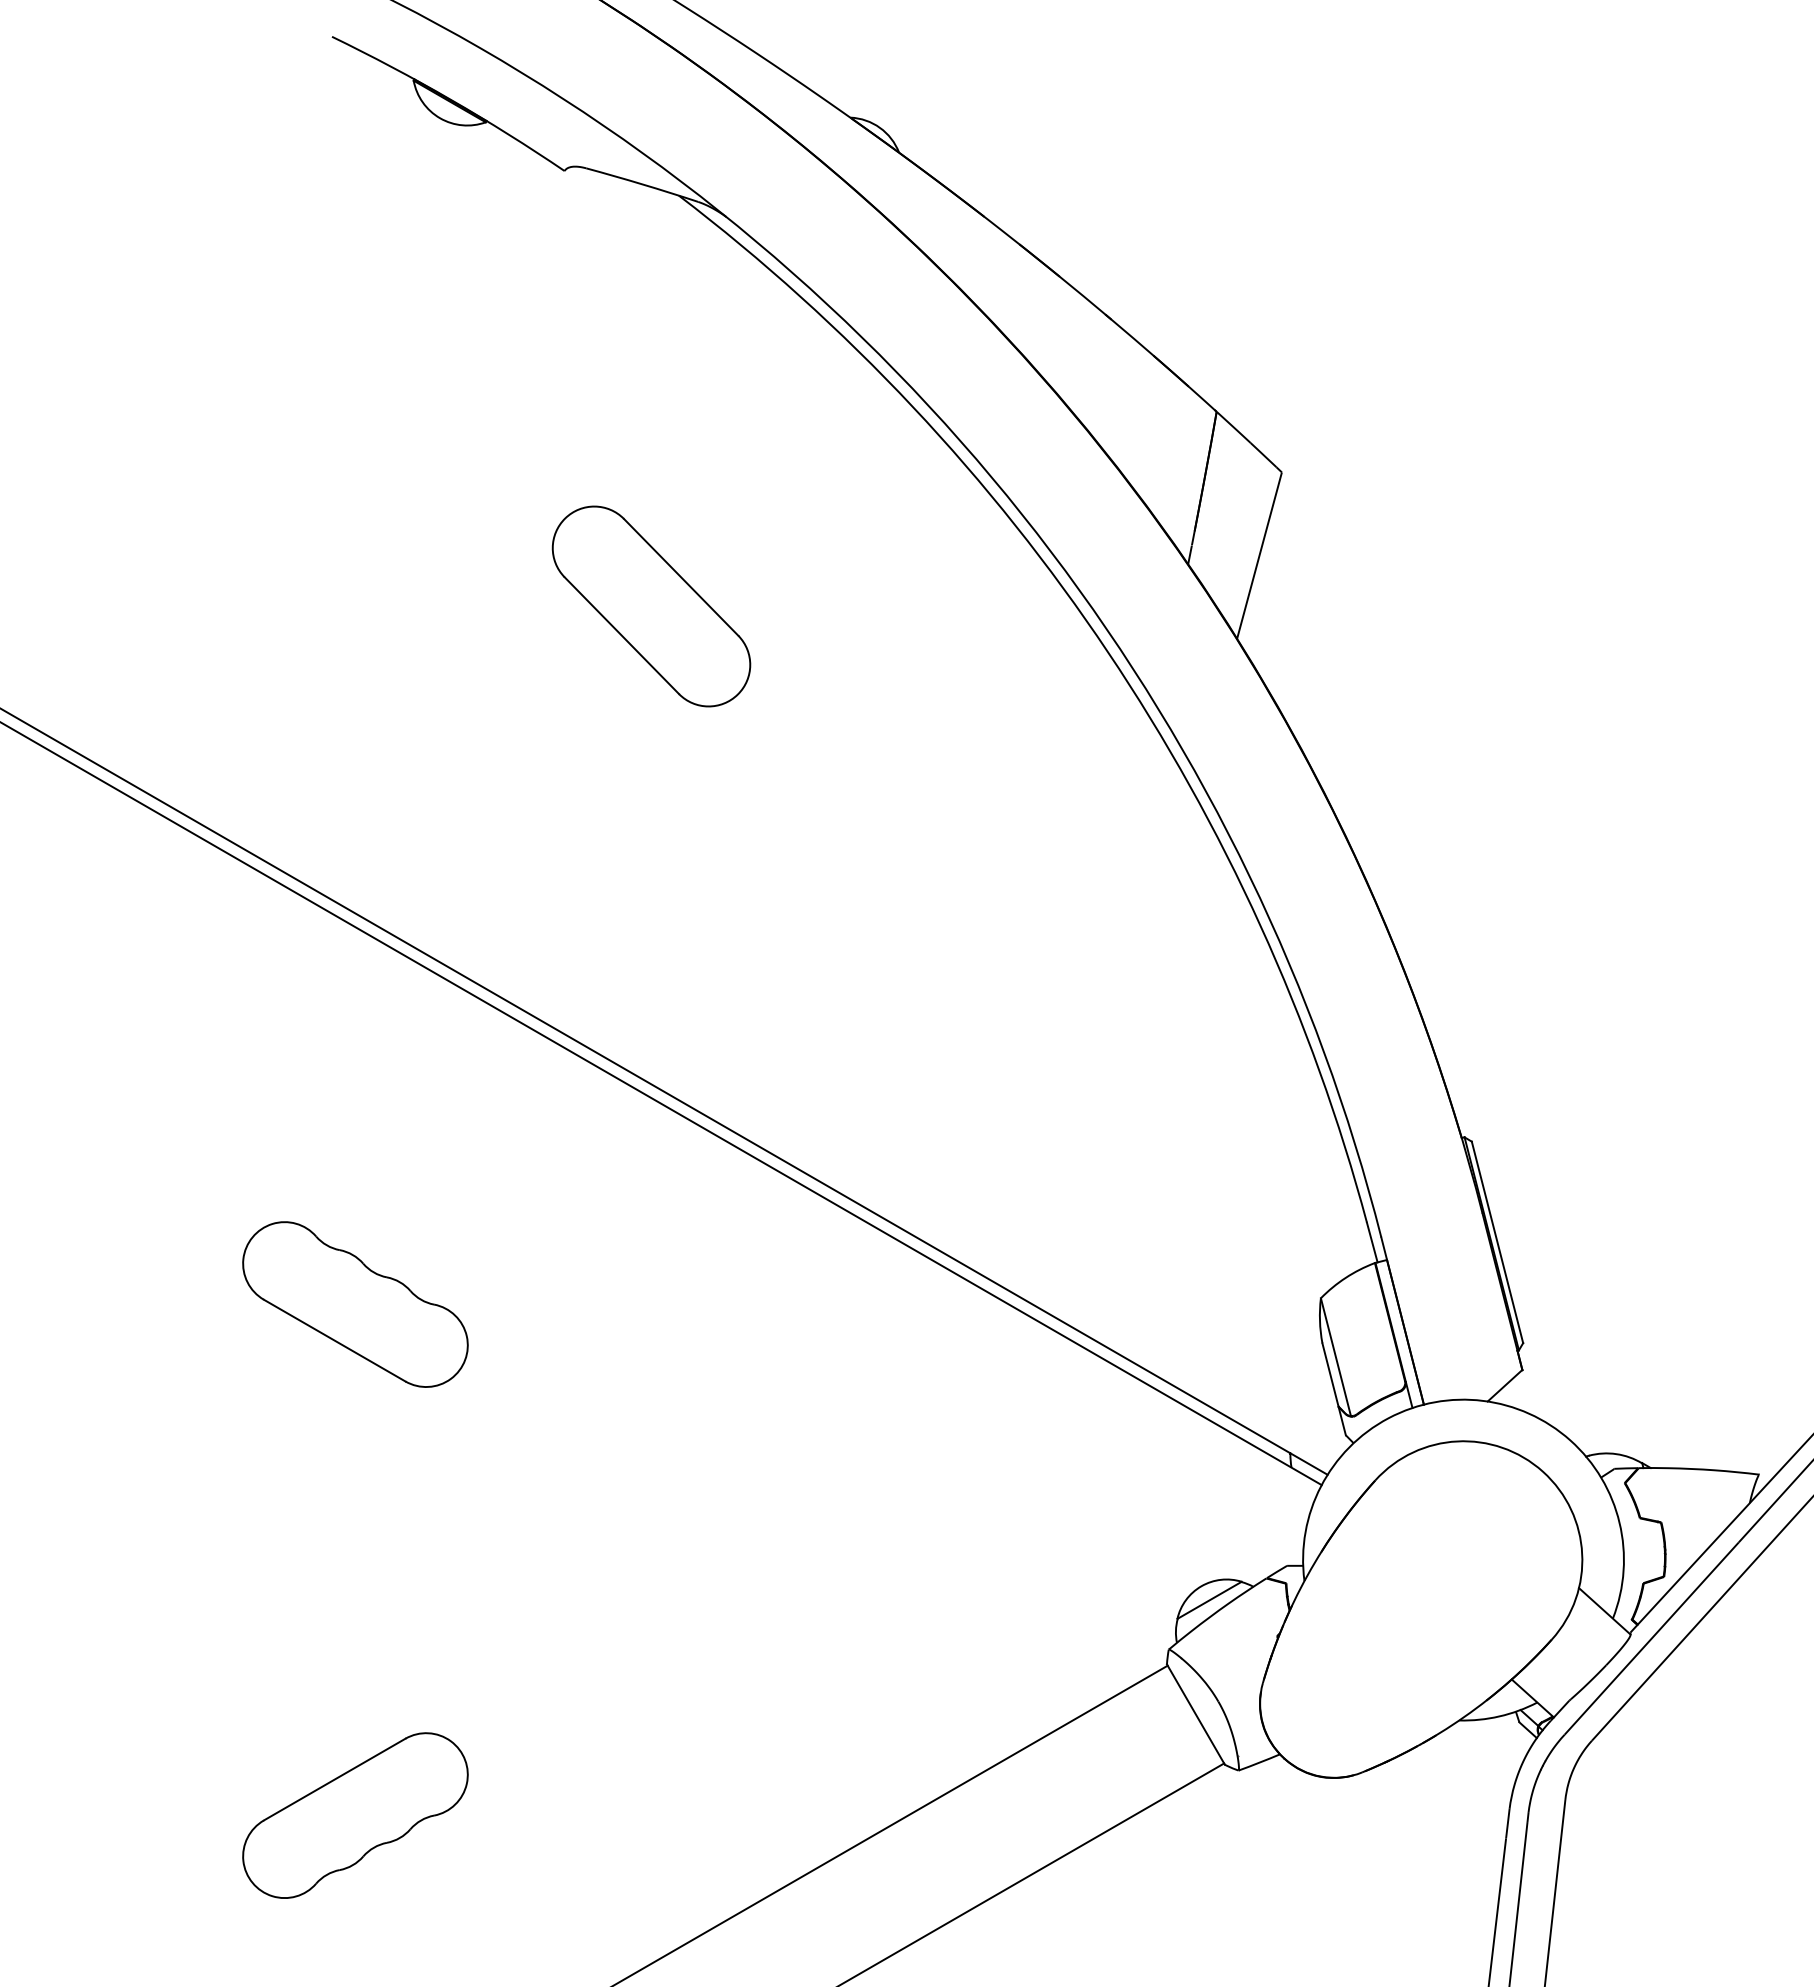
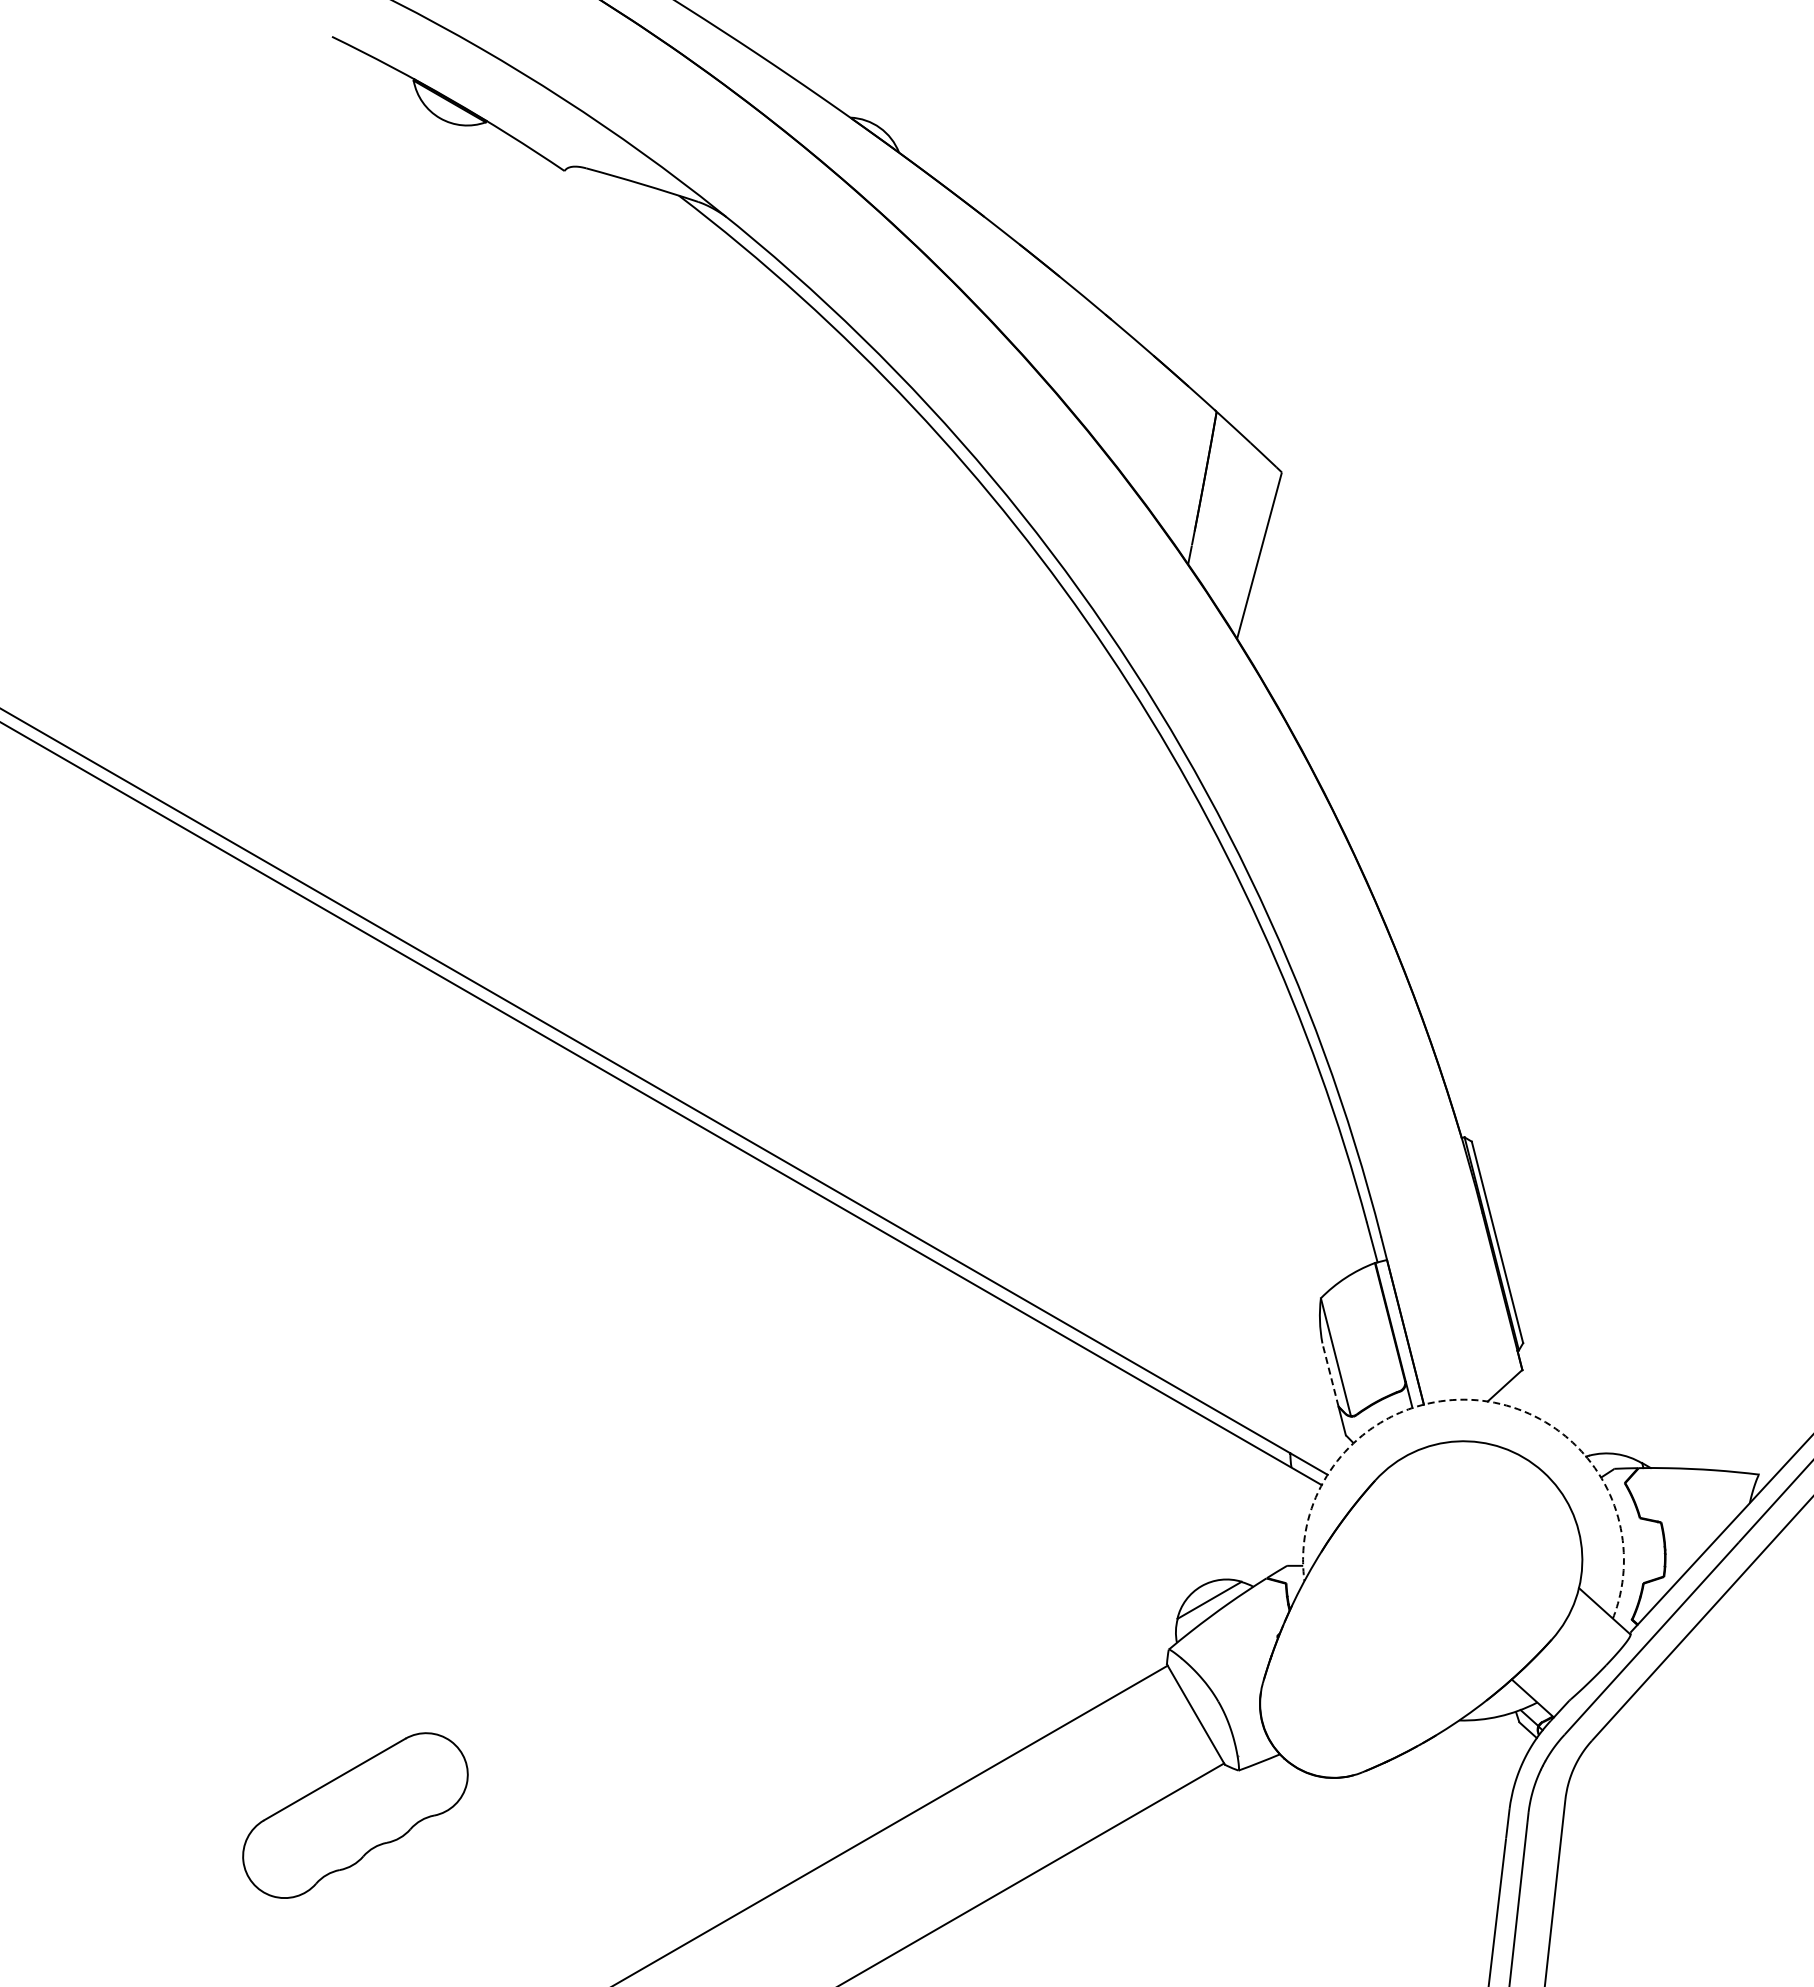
part at (651, 606): present -> none
part at (355, 1304): present -> none
line at (1330, 1374): solid -> dashed
arc at (1482, 1400): solid -> dashed
